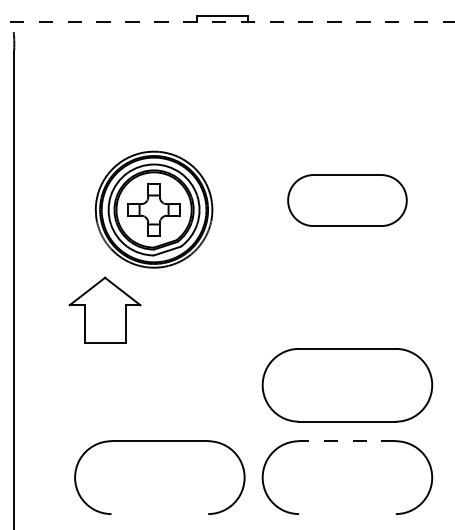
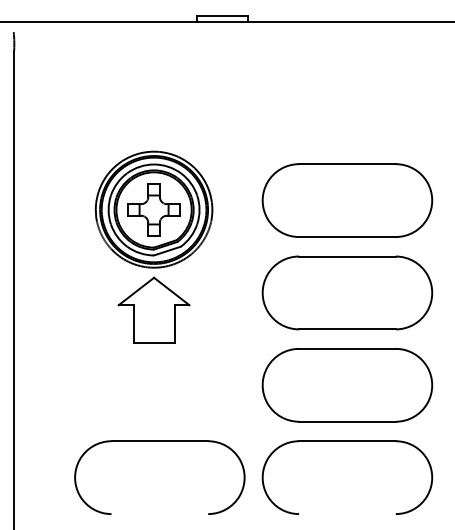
line at (227, 21): dashed -> solid
part at (347, 200) size: 121x53 px -> 173x75 px
part at (347, 292): none -> present
part at (104, 309) position: (104, 309) -> (153, 309)
line at (346, 441): dashed -> solid
